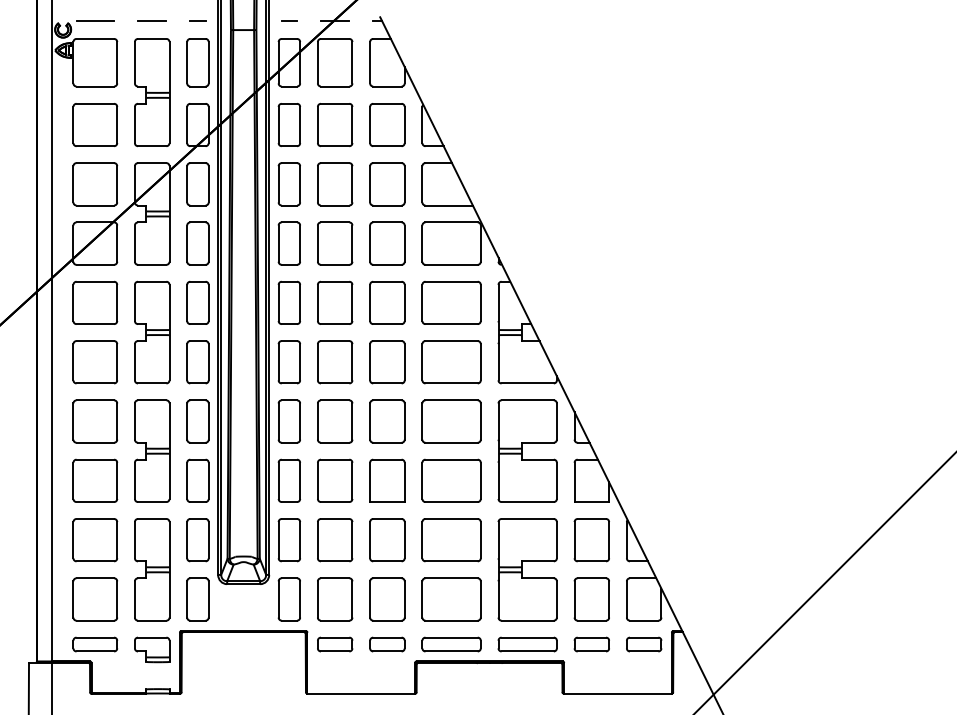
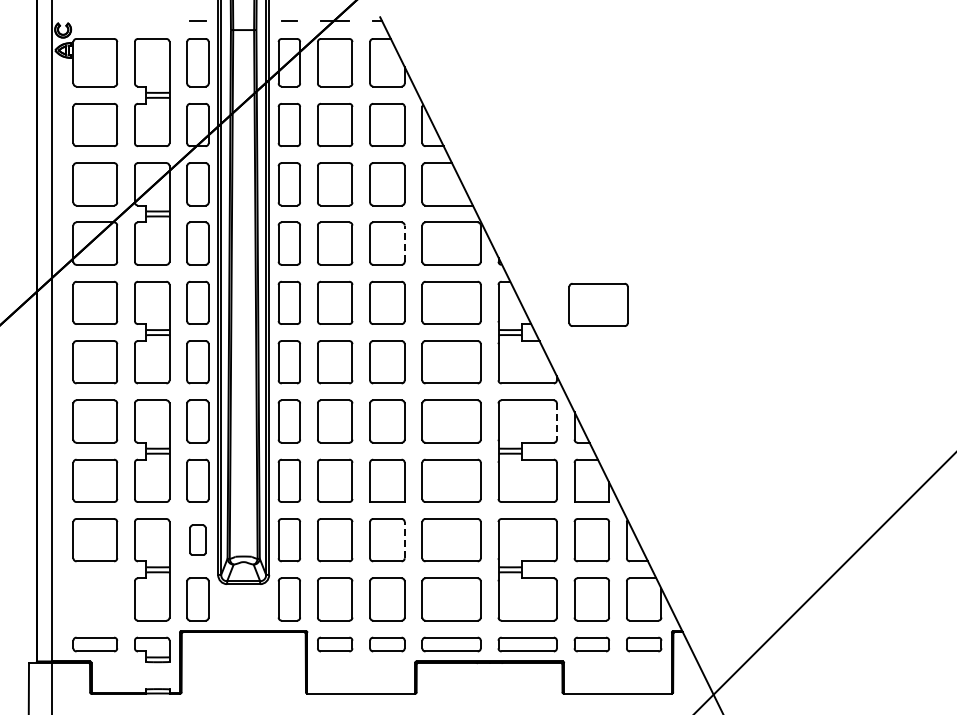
line at (95, 21): present -> none
line at (152, 21): present -> none
line at (404, 243): solid -> dashed
part at (598, 304): none -> present
line at (556, 422): solid -> dashed
line at (404, 539): solid -> dashed
part at (197, 540) size: 24x45 px -> 18x32 px
part at (94, 599): present -> none
